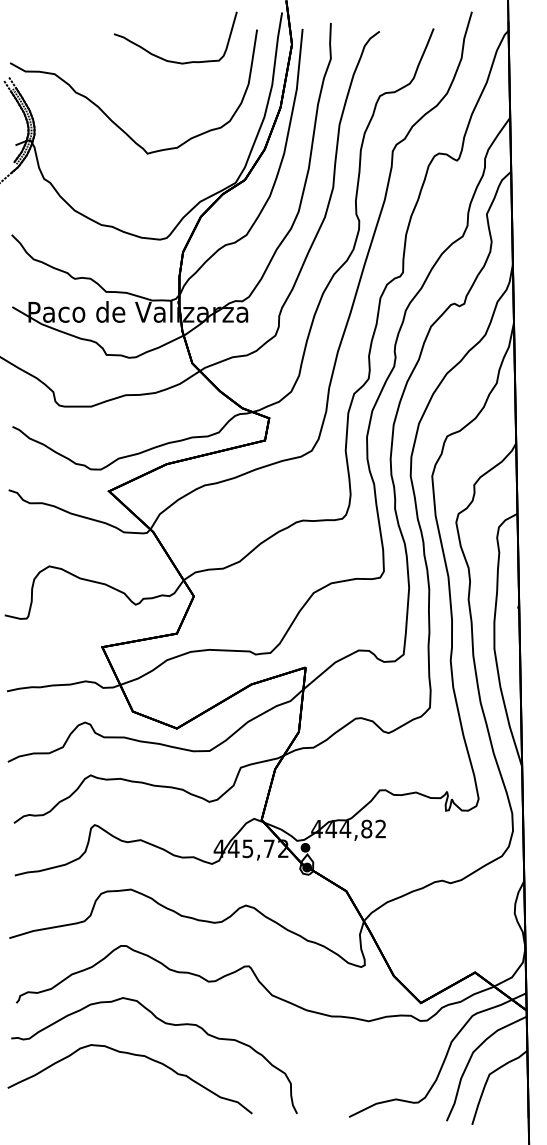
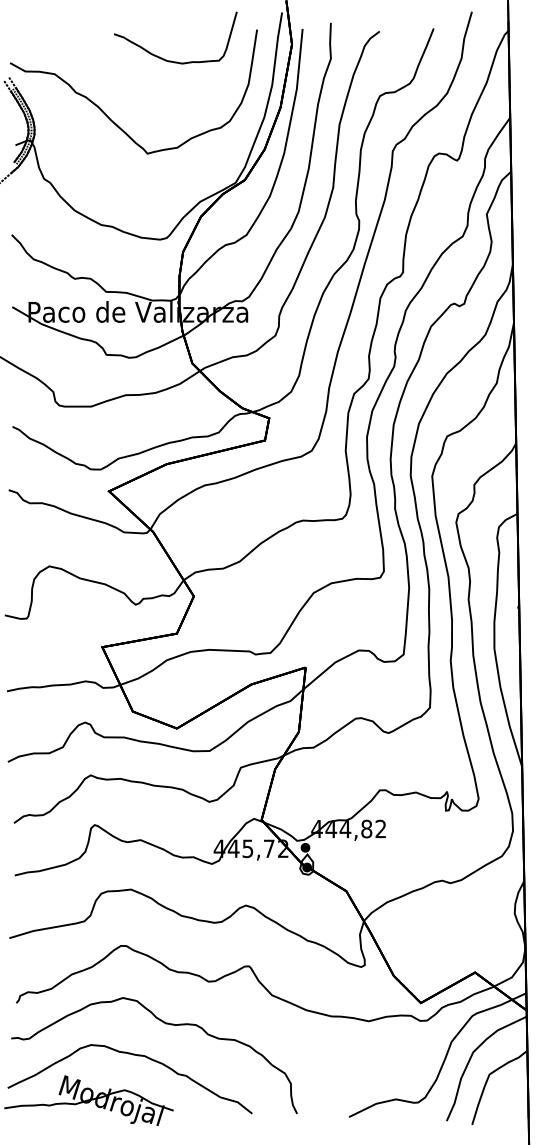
part at (88, 1100): none -> present
